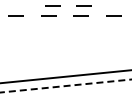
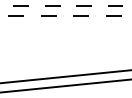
line at (20, 5): none -> present
line at (115, 5): none -> present
line at (65, 86): dashed -> solid
